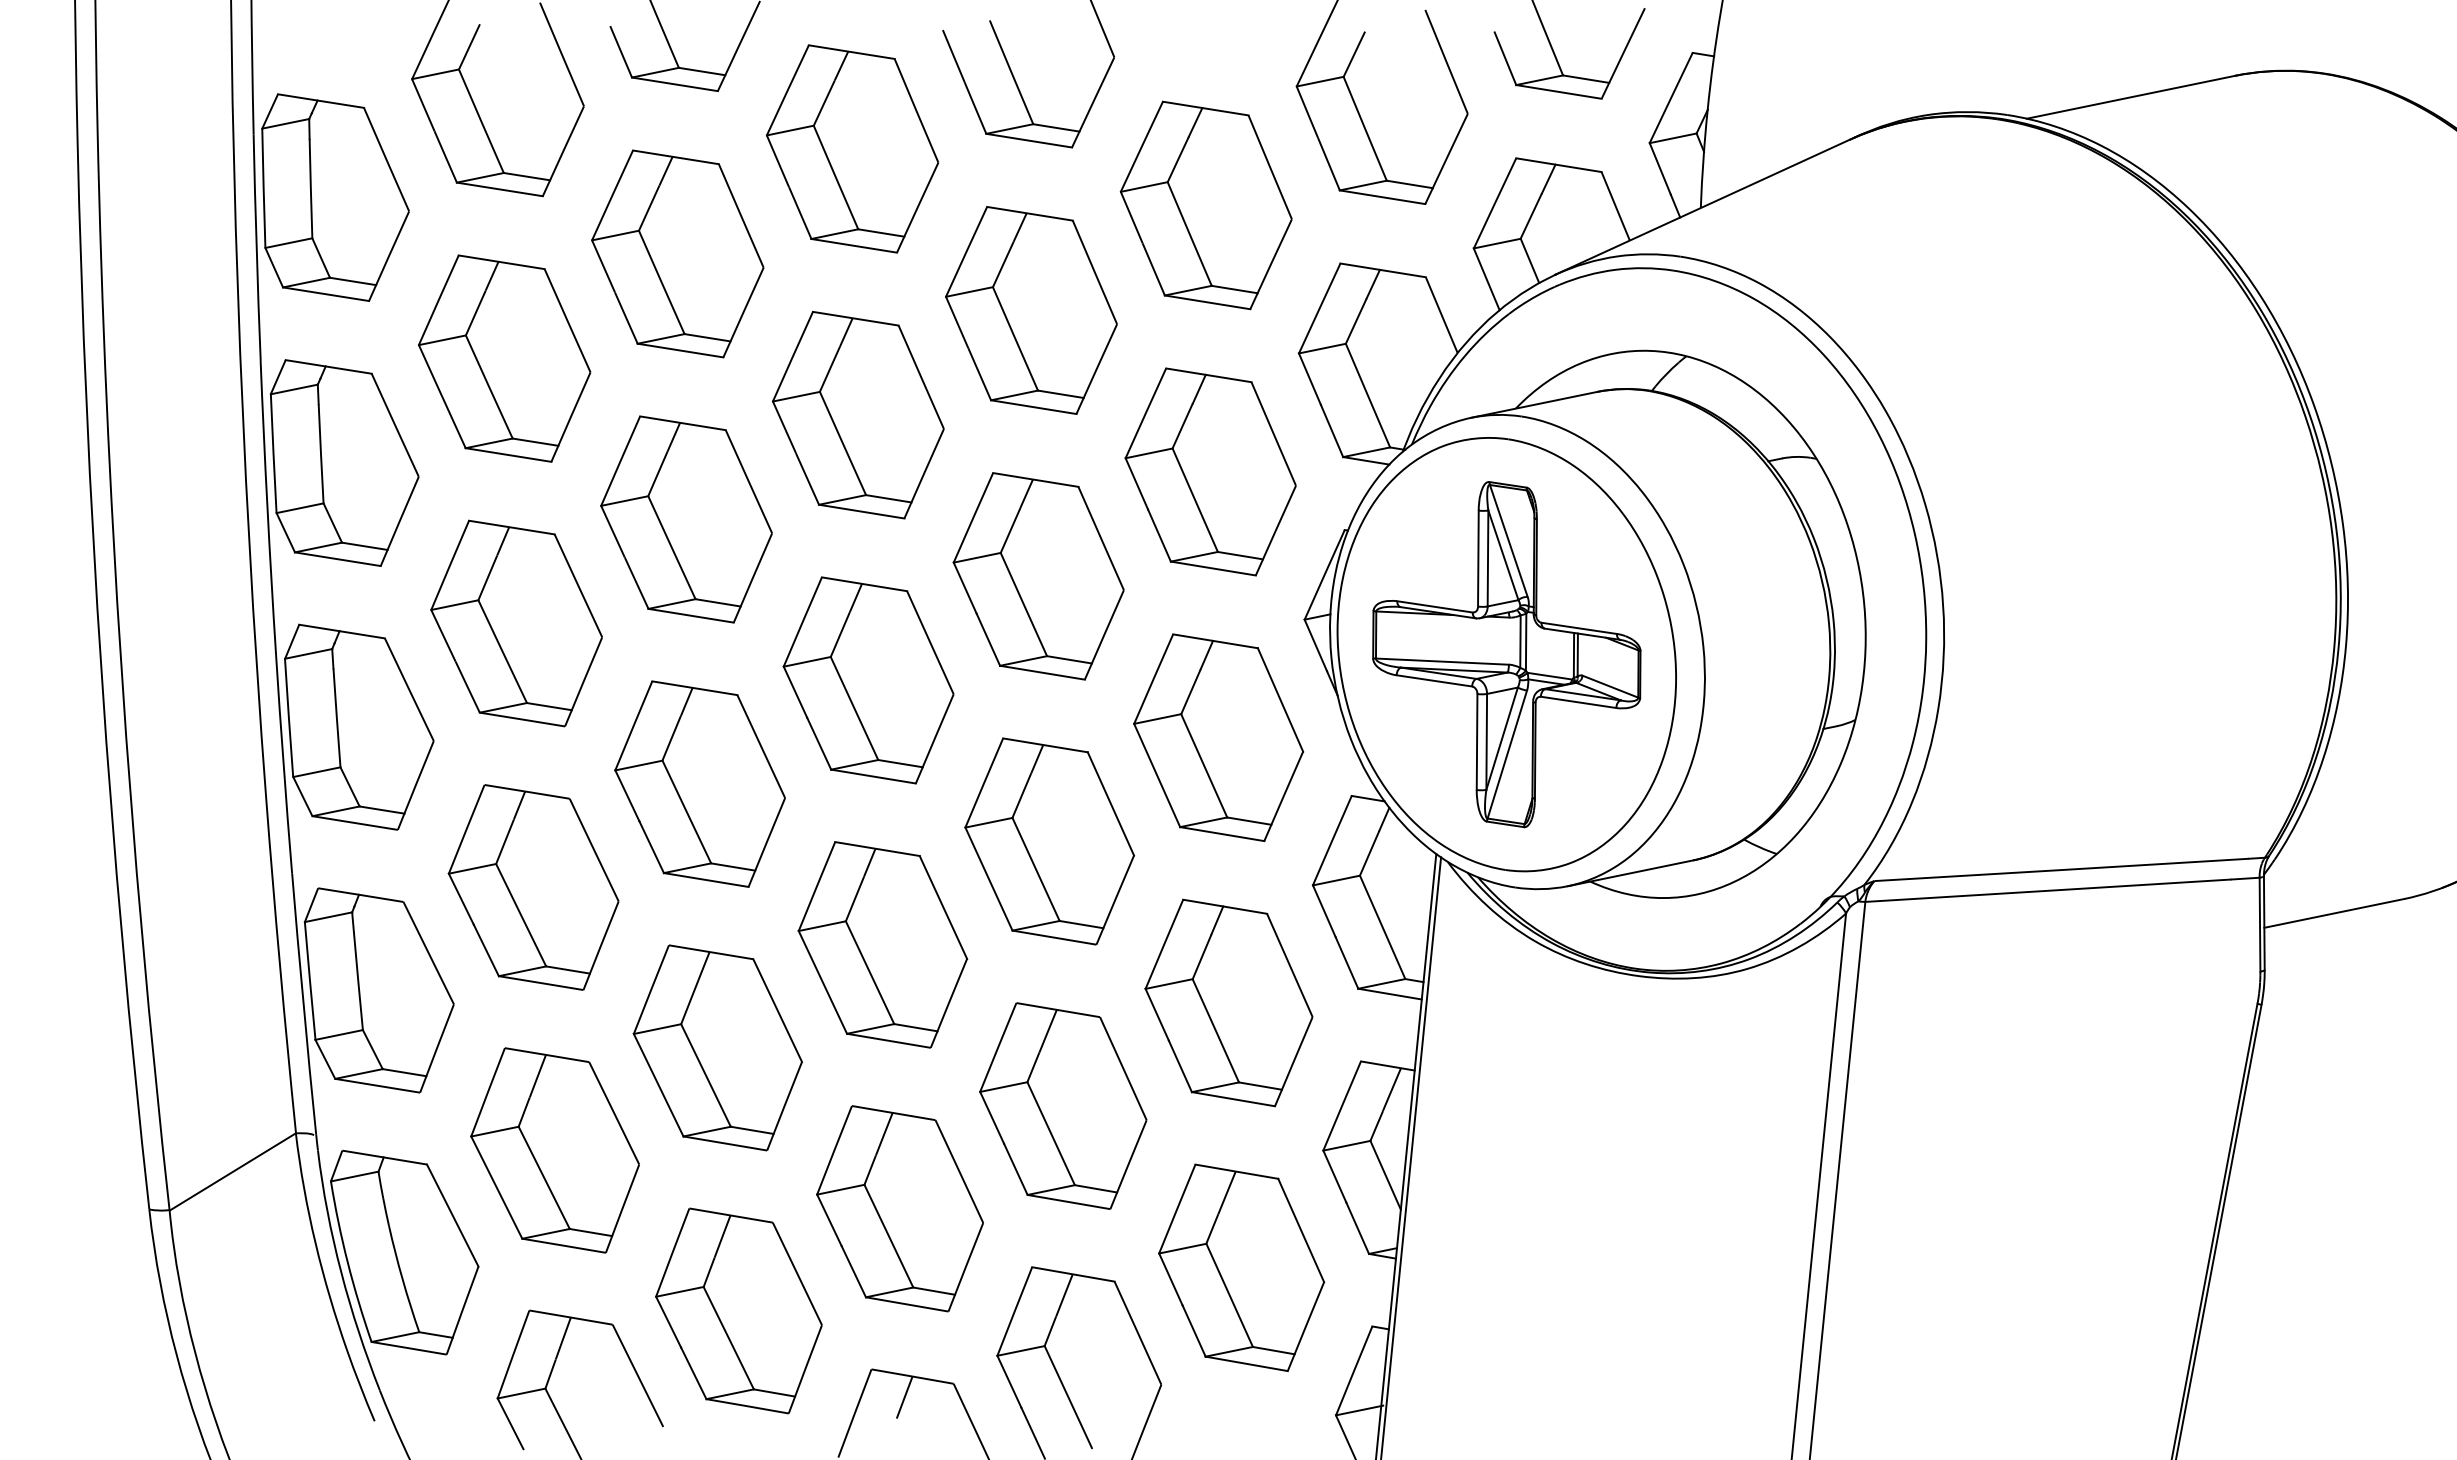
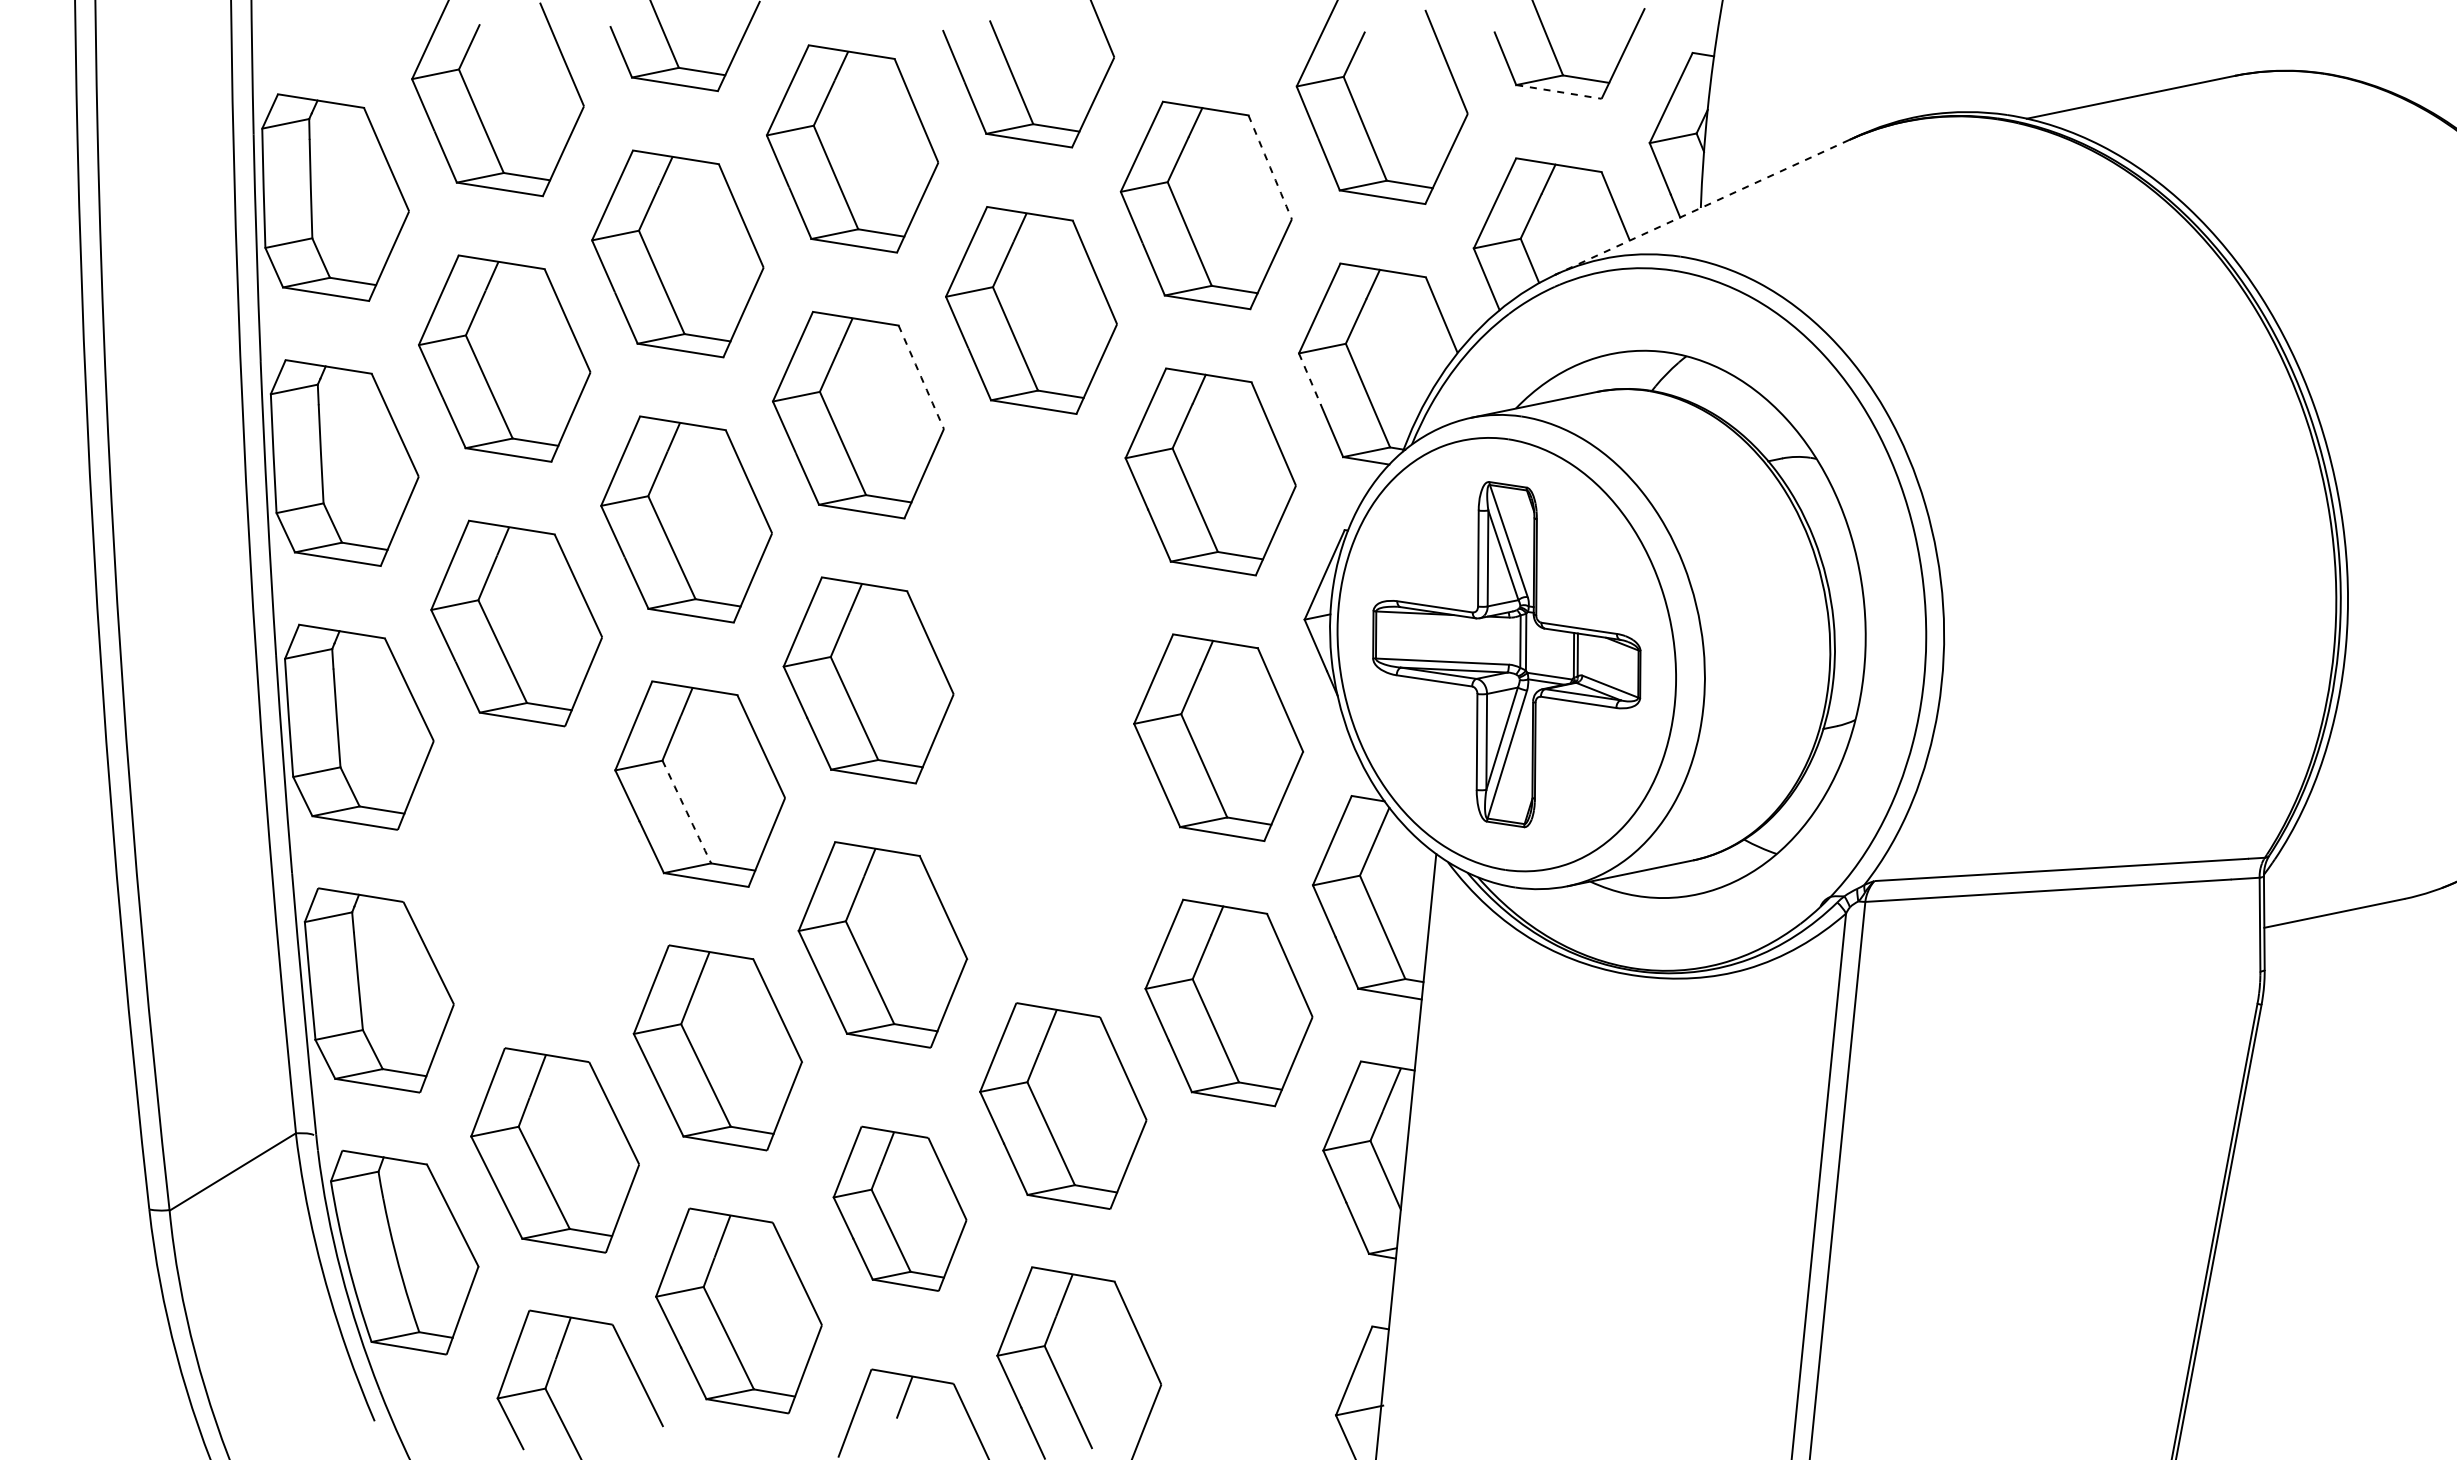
line at (1559, 92): solid -> dashed
arc at (1270, 167): solid -> dashed
line at (1702, 207): solid -> dashed
arc at (921, 377): solid -> dashed
line at (1309, 379): solid -> dashed
part at (1038, 576): present -> none
arc at (686, 812): solid -> dashed
part at (1049, 841): present -> none
part at (533, 887): present -> none
line at (1411, 1156): present -> none
part at (899, 1208) size: 168x208 px -> 136x167 px
part at (1241, 1267): present -> none
